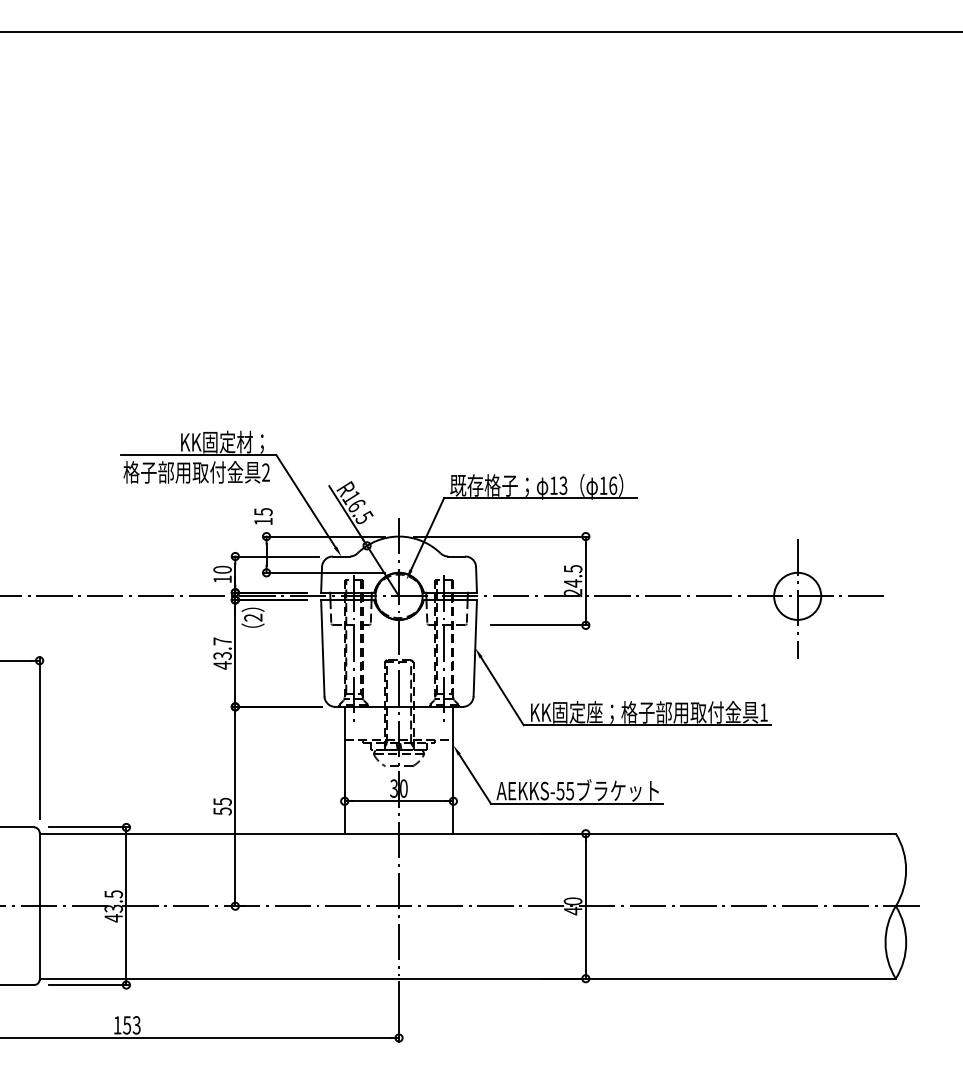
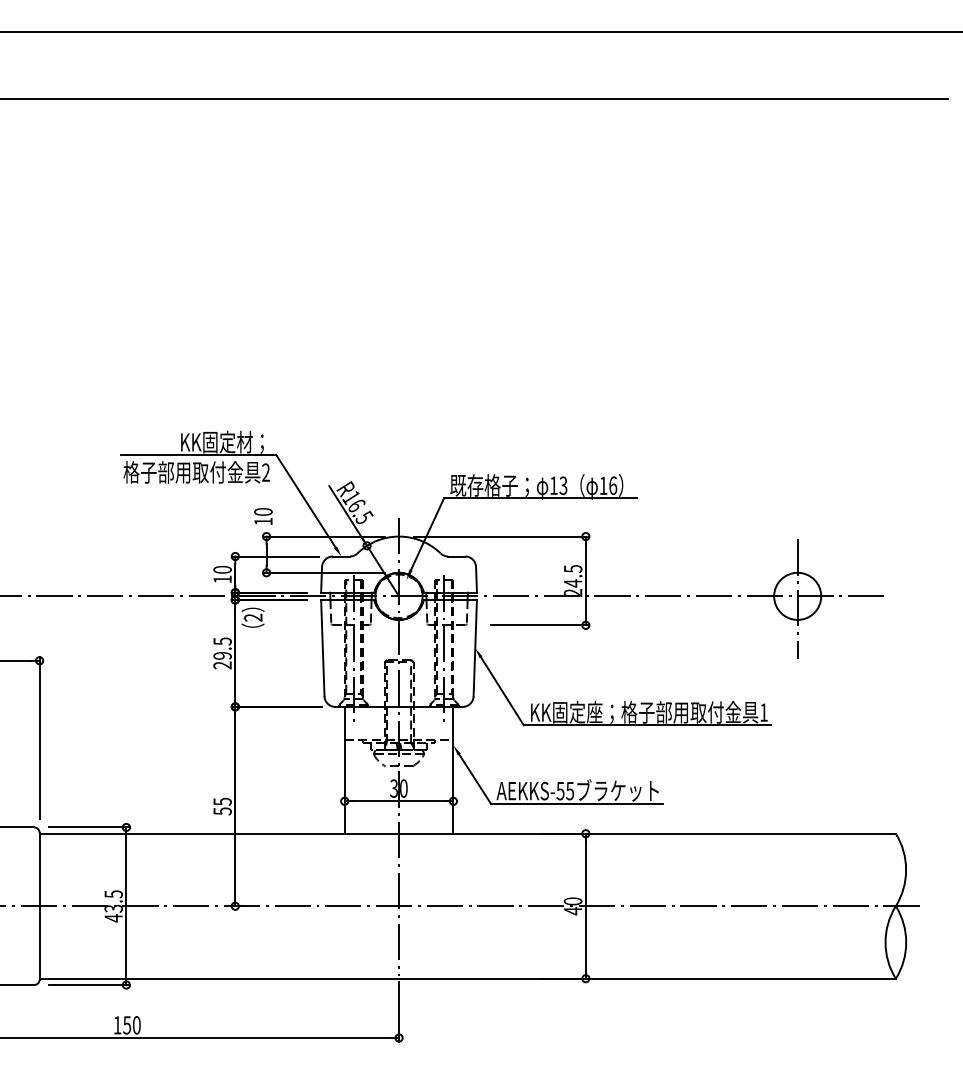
line at (475, 99): none -> present
text at (263, 512): 15 -> 10
text at (222, 653): 43.7 -> 29.5
text at (136, 1025): 153 -> 150
